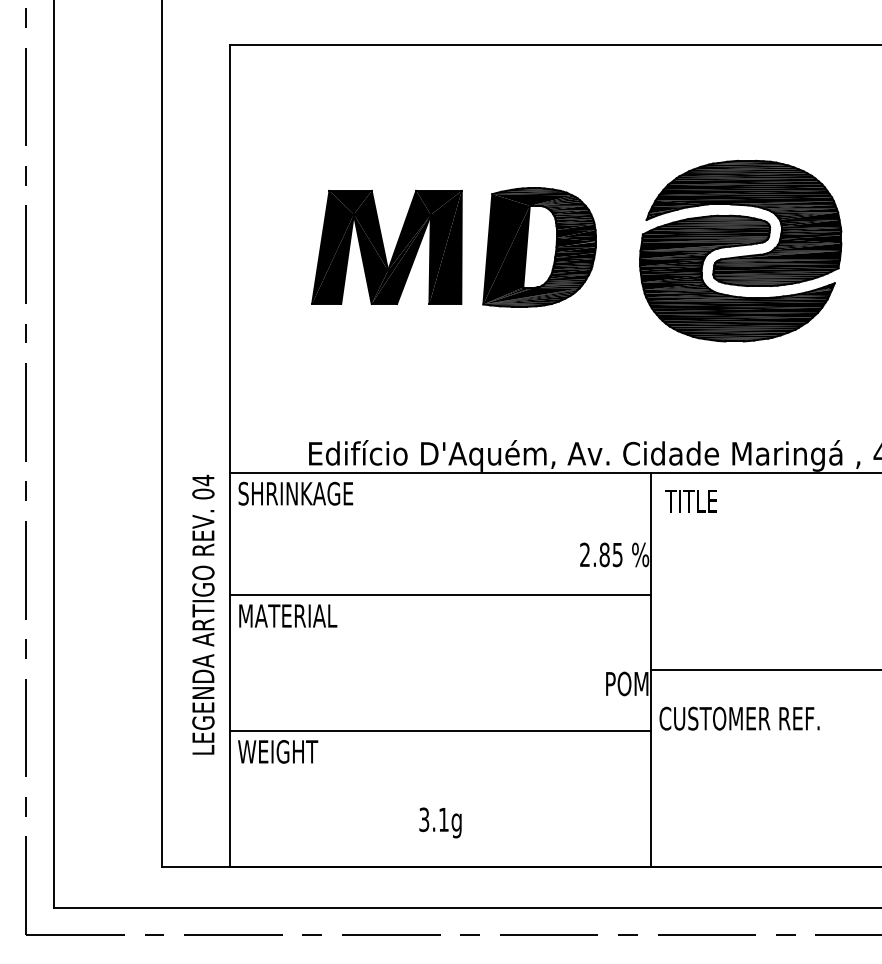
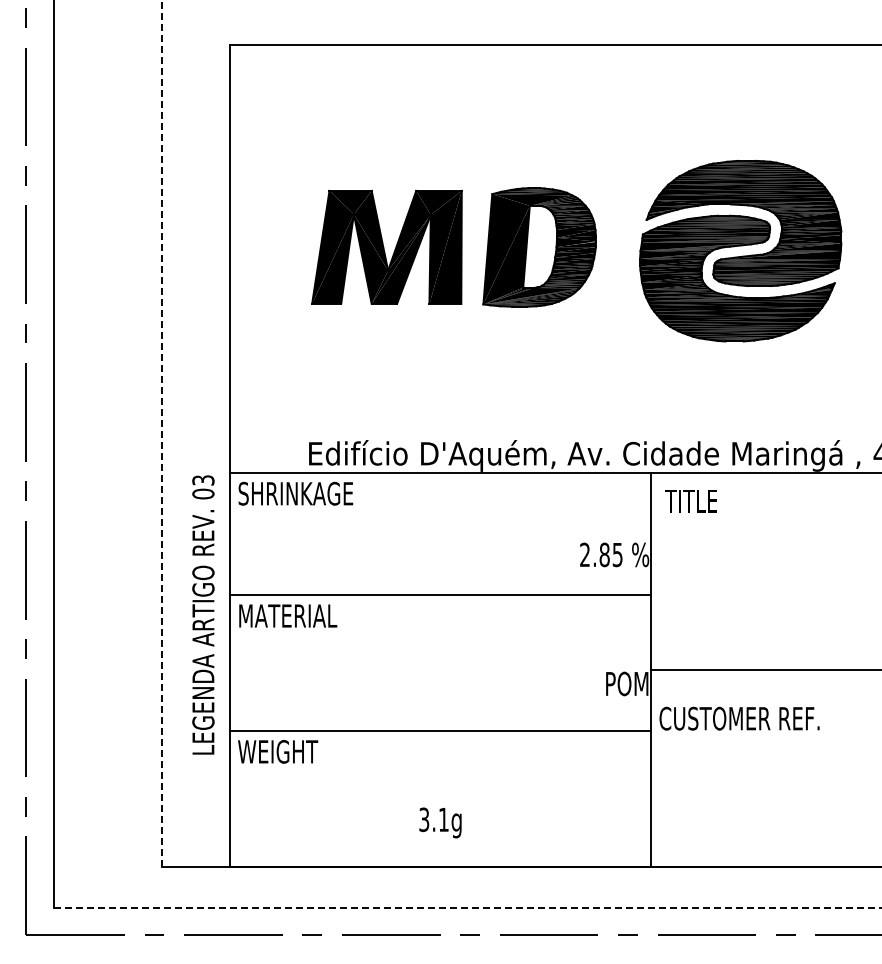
line at (162, 433): solid -> dashed
text at (203, 480): 04 -> 03
line at (467, 907): solid -> dashed
